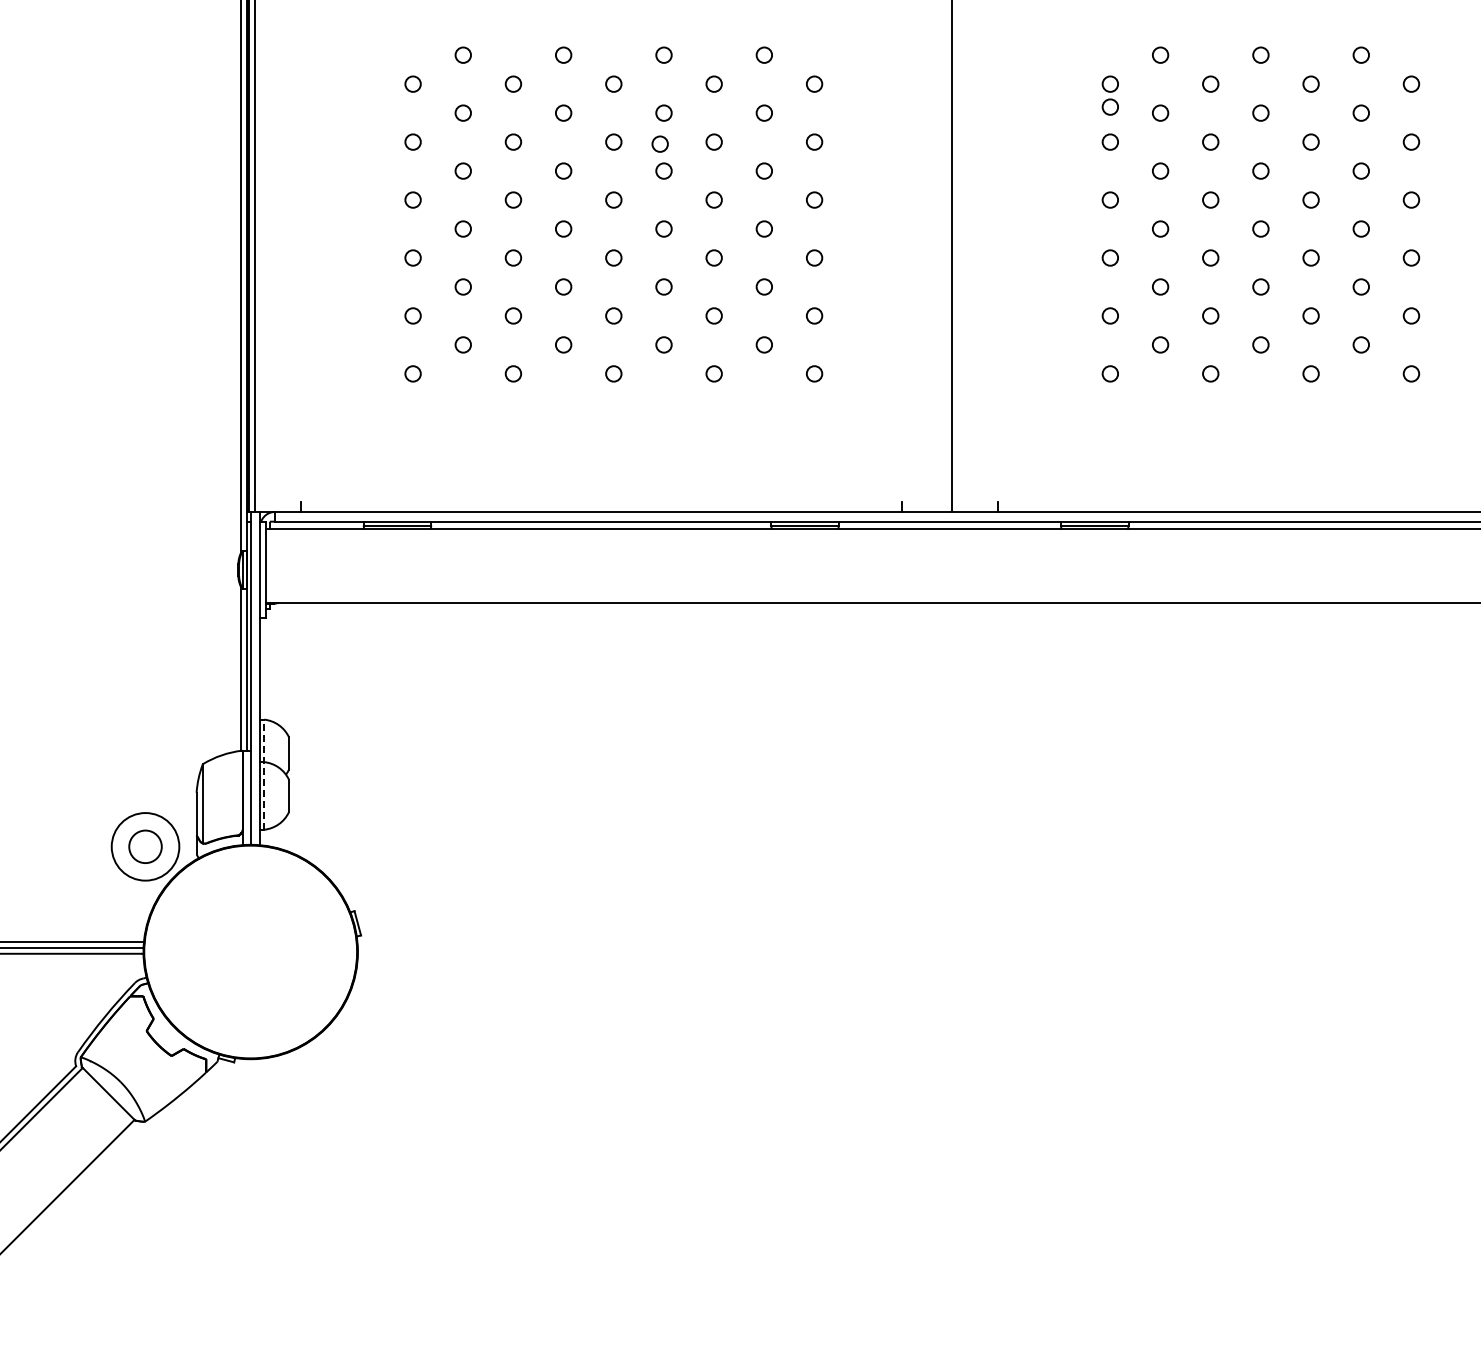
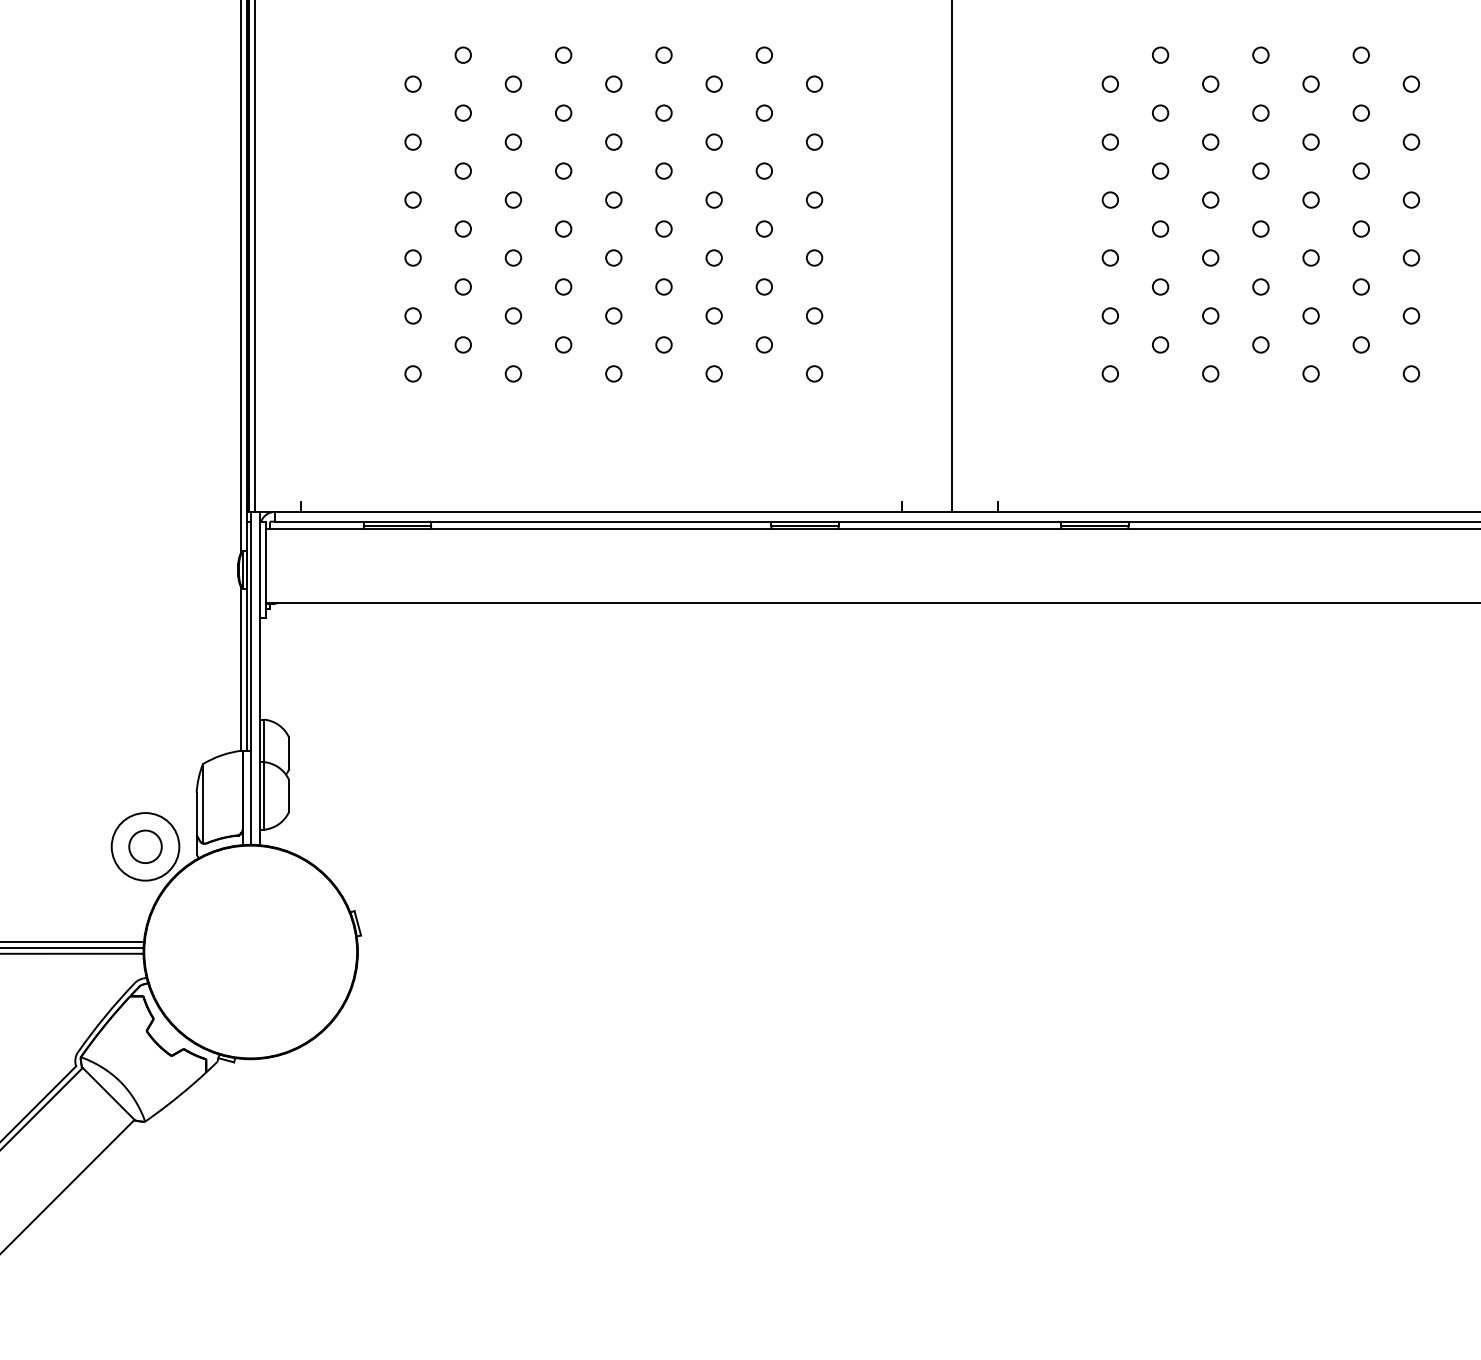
circle at (1109, 106): present -> none
circle at (659, 143): present -> none
line at (264, 774): dashed -> solid
